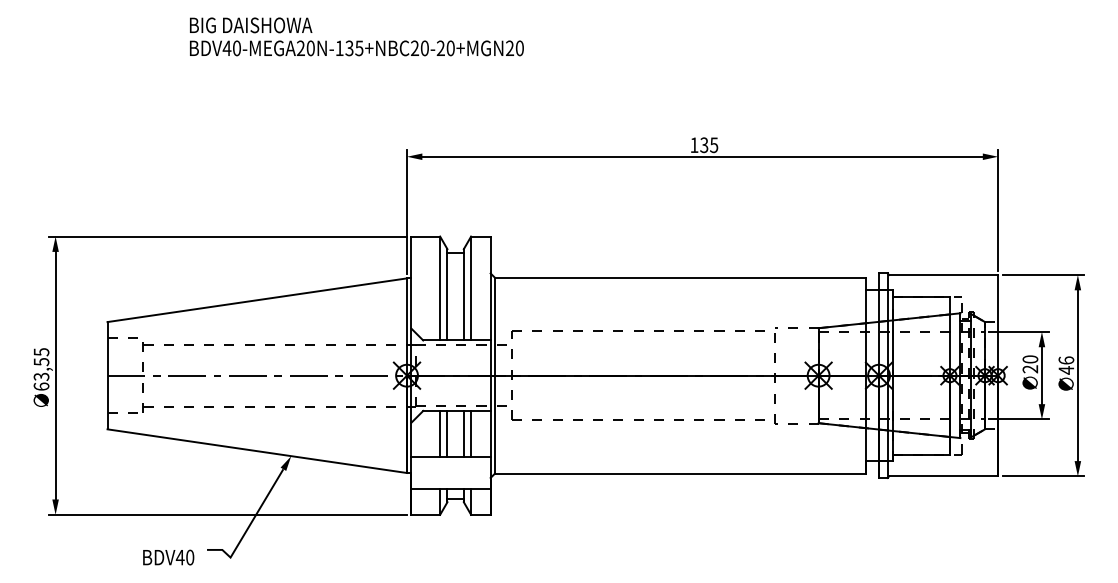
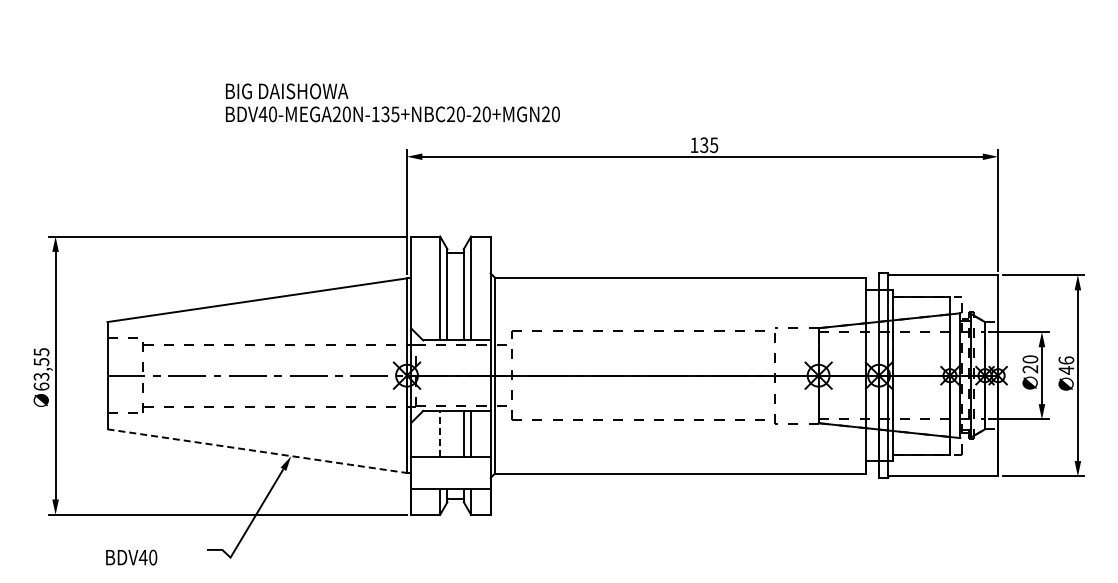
text at (356, 36) position: (356, 36) -> (392, 102)
line at (440, 433): solid -> dashed
line at (447, 433): present -> none
line at (257, 451): solid -> dashed
text at (168, 557) position: (168, 557) -> (131, 557)
